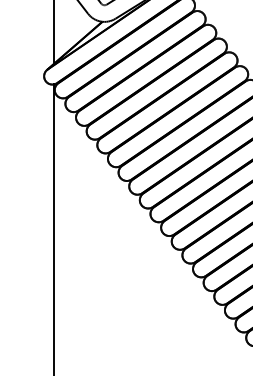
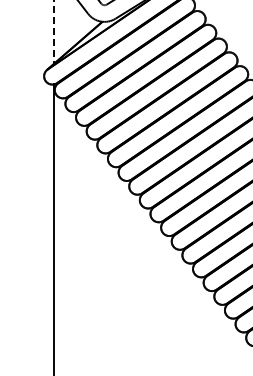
line at (54, 33): solid -> dashed
